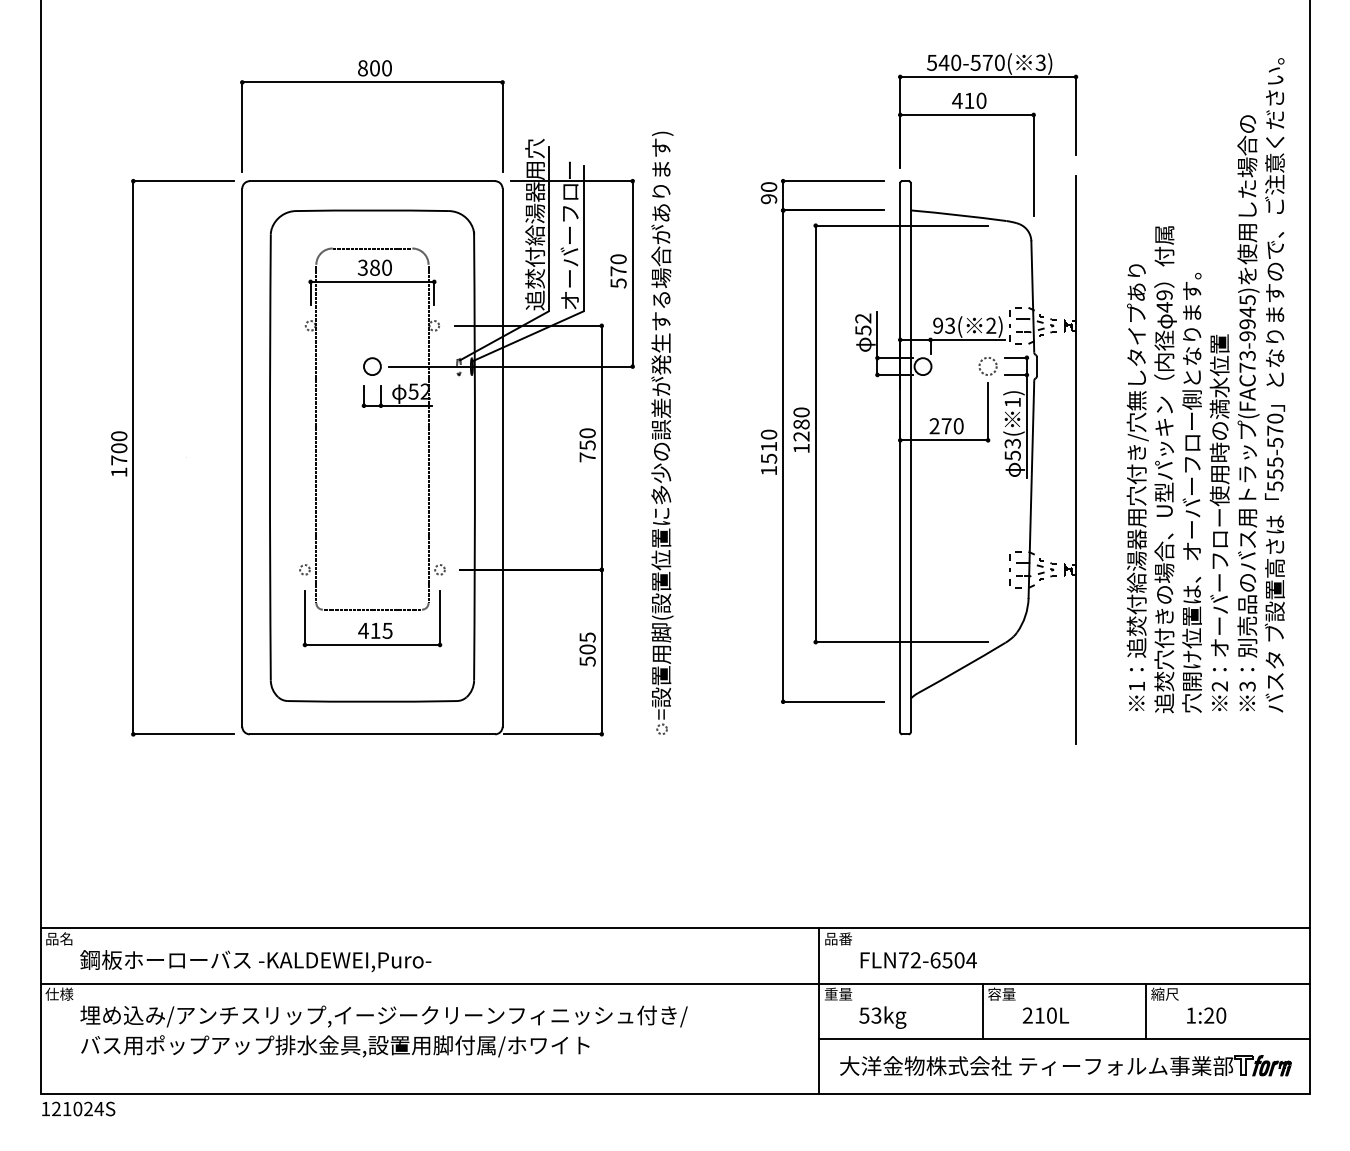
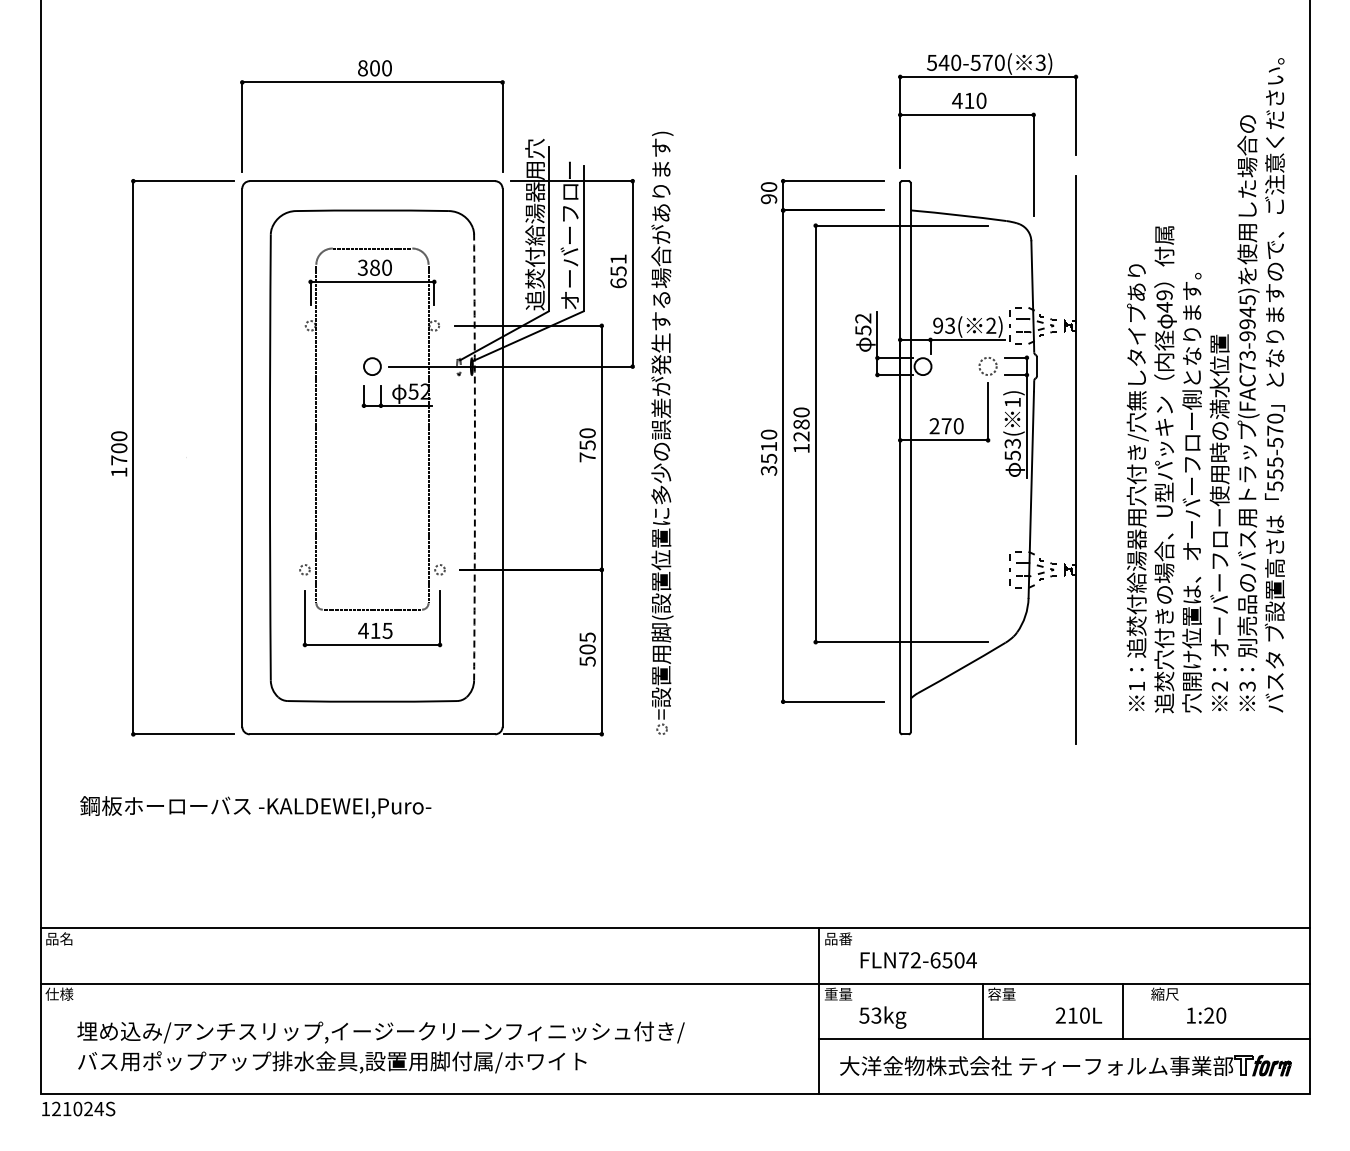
text at (618, 271): 570 -> 651
arc at (474, 455): solid -> dashed
text at (768, 470): 1510 -> 3510
text at (255, 961) position: (255, 961) -> (255, 807)
line at (1146, 1010) position: (1146, 1010) -> (1123, 1010)
text at (1046, 1015) position: (1046, 1015) -> (1079, 1015)
text at (383, 1031) position: (383, 1031) -> (380, 1047)
